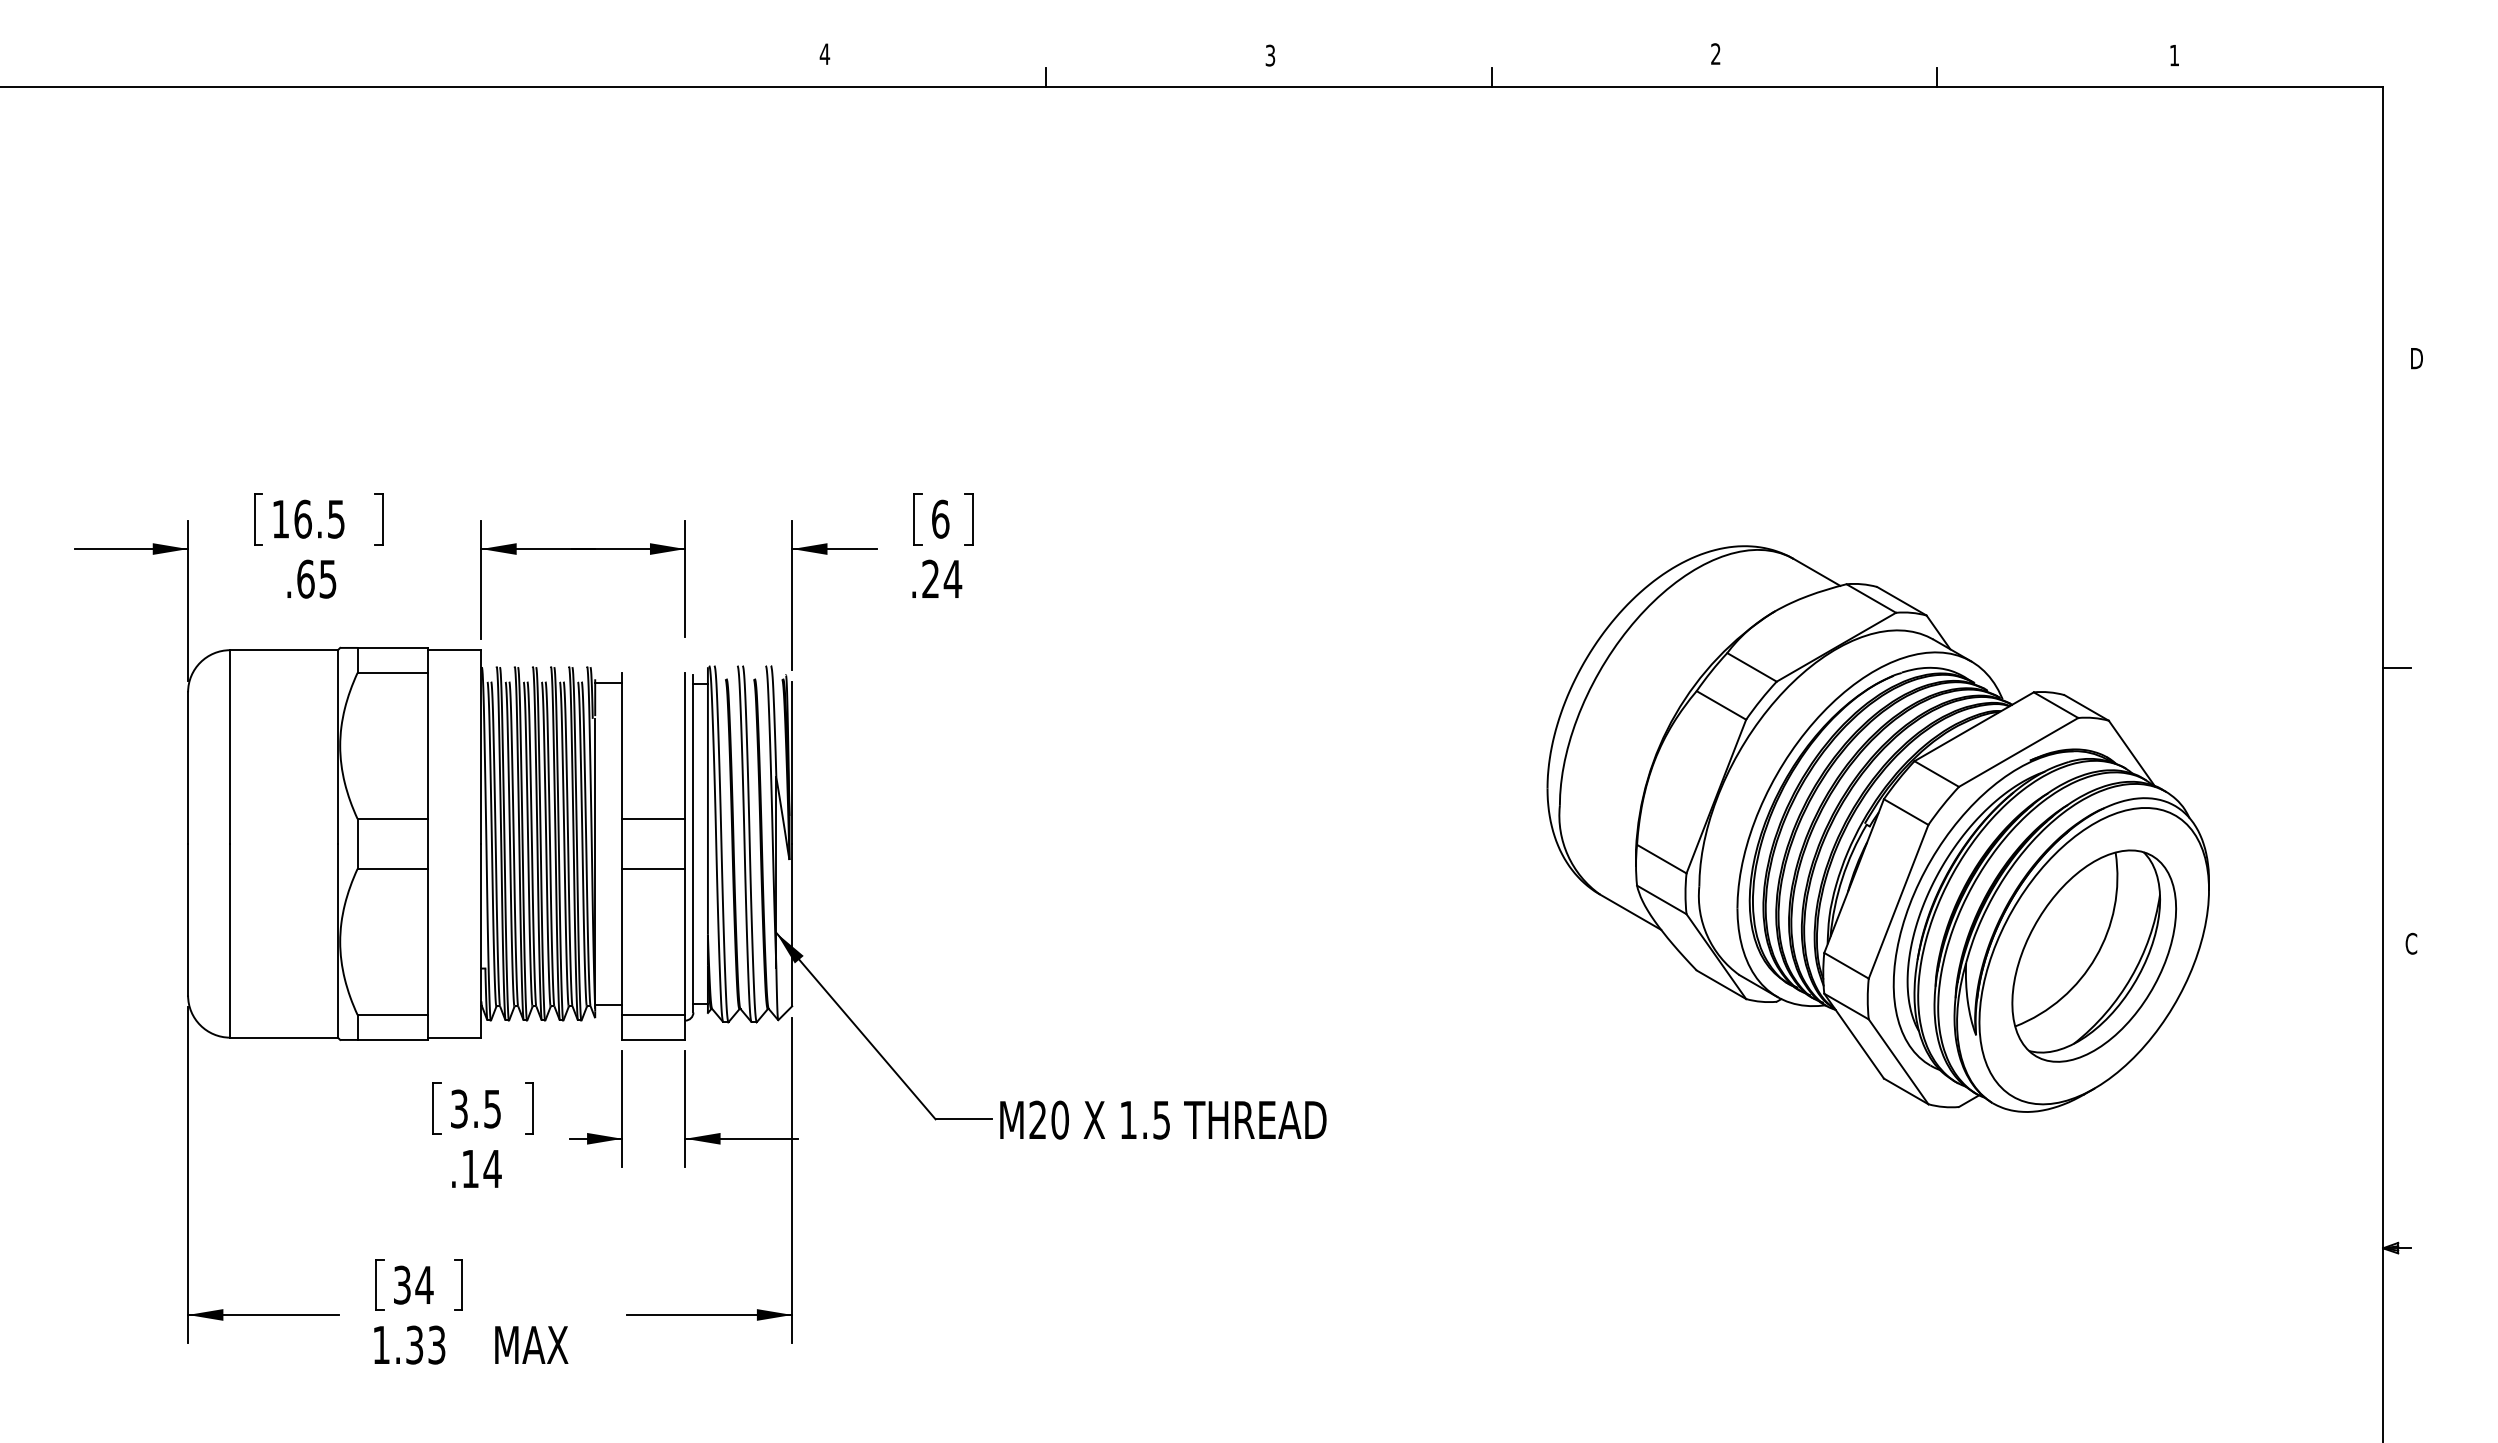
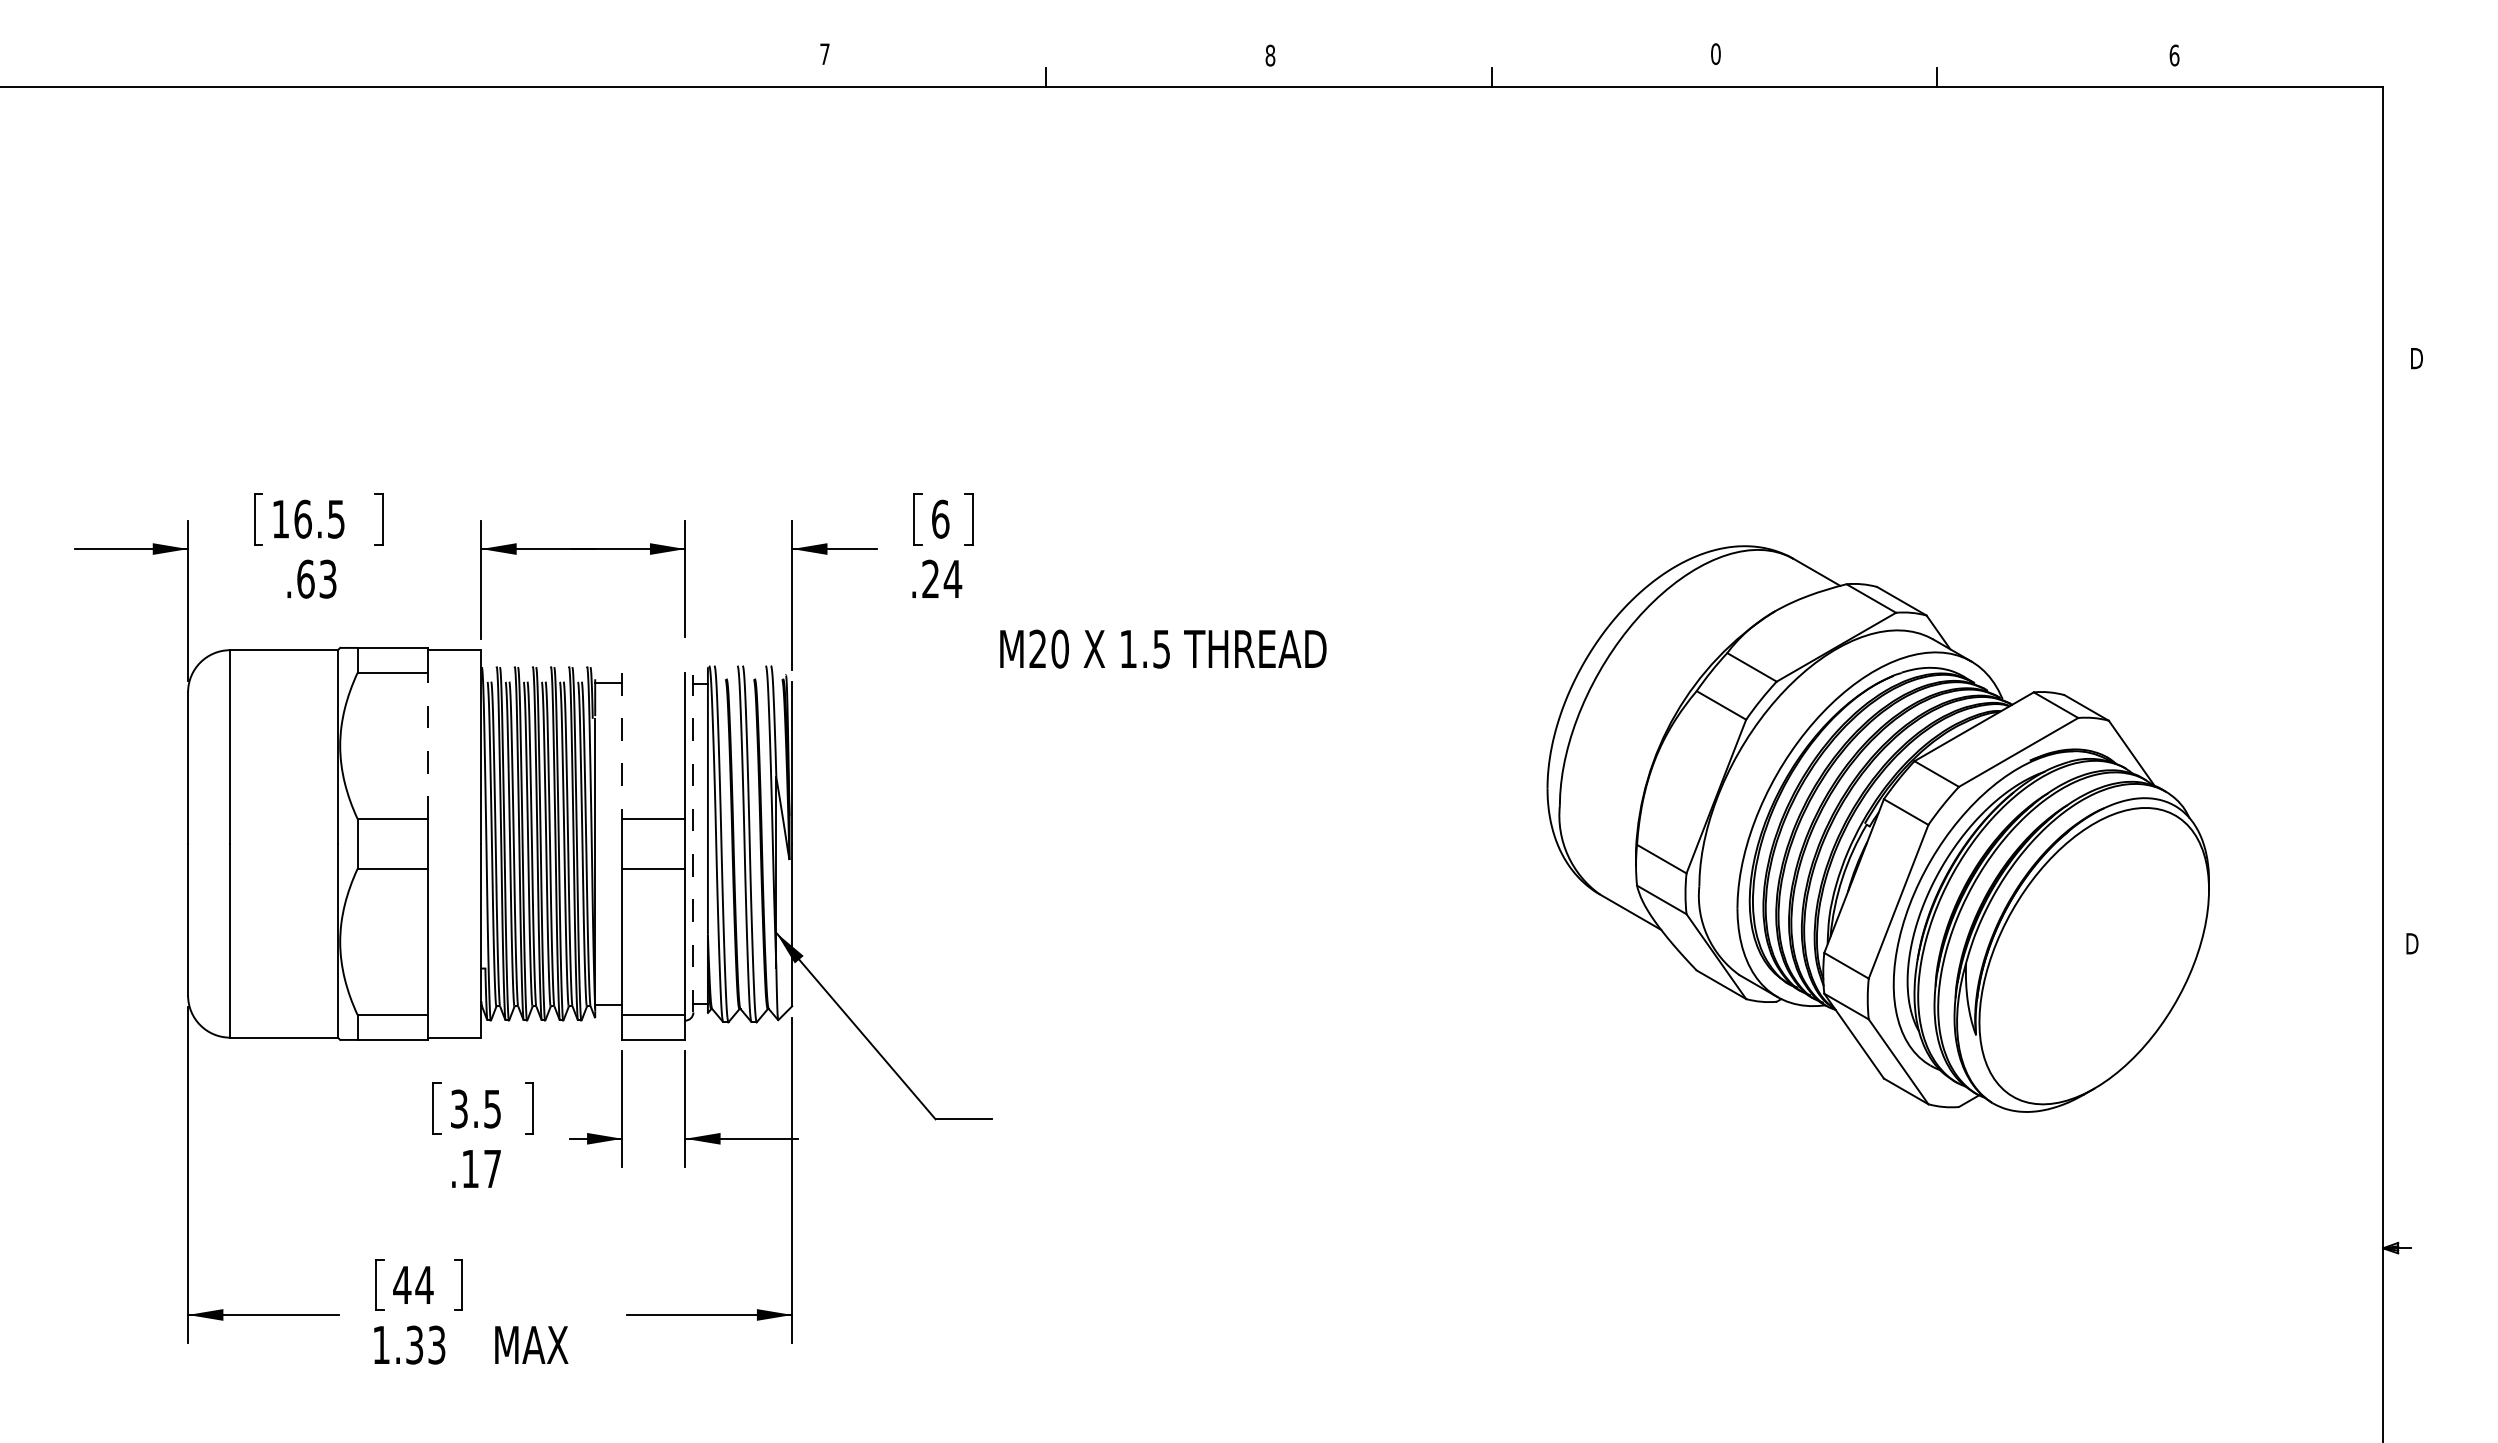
text at (824, 53): 4 -> 7
text at (1715, 53): 2 -> 0
text at (1270, 55): 3 -> 8
text at (2174, 55): 1 -> 6
text at (328, 578): .65 -> .63
line at (2397, 668): present -> none
line at (427, 745): solid -> dashed
line at (622, 746): solid -> dashed
line at (693, 843): solid -> dashed
text at (2411, 943): C -> D
part at (2093, 955): present -> none
text at (1163, 1119) position: (1163, 1119) -> (1163, 648)
text at (492, 1168): .14 -> .17
text at (402, 1284): 34 -> 44
